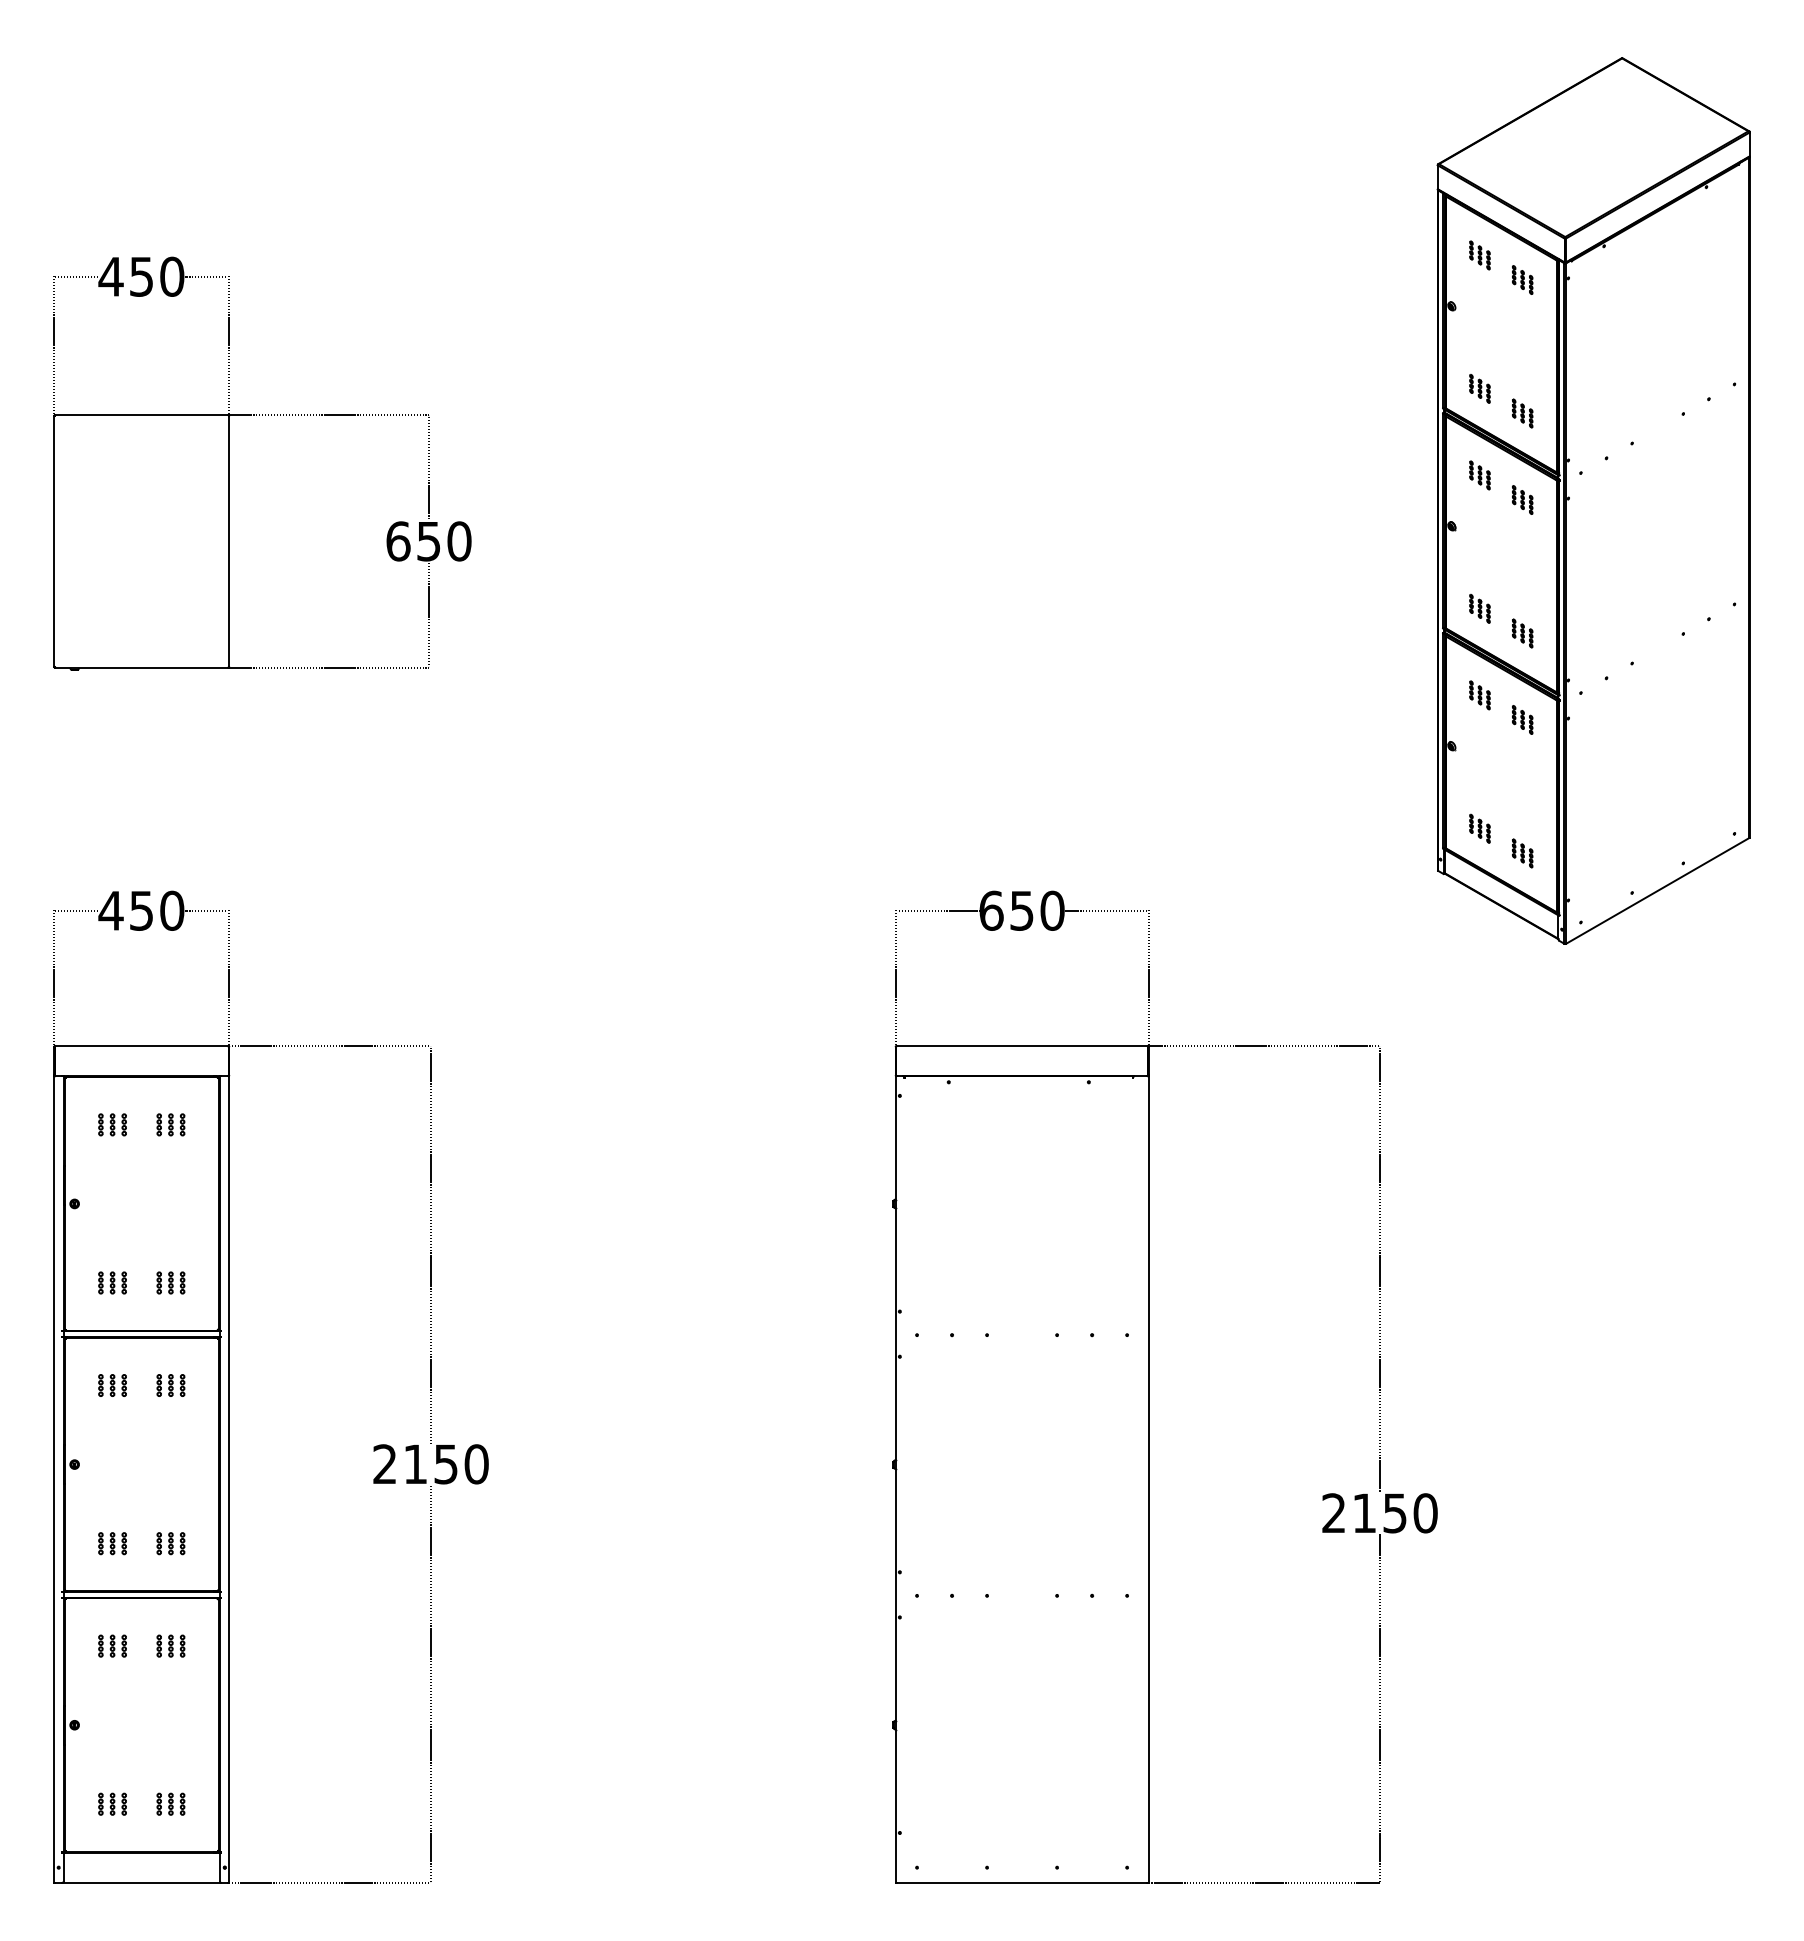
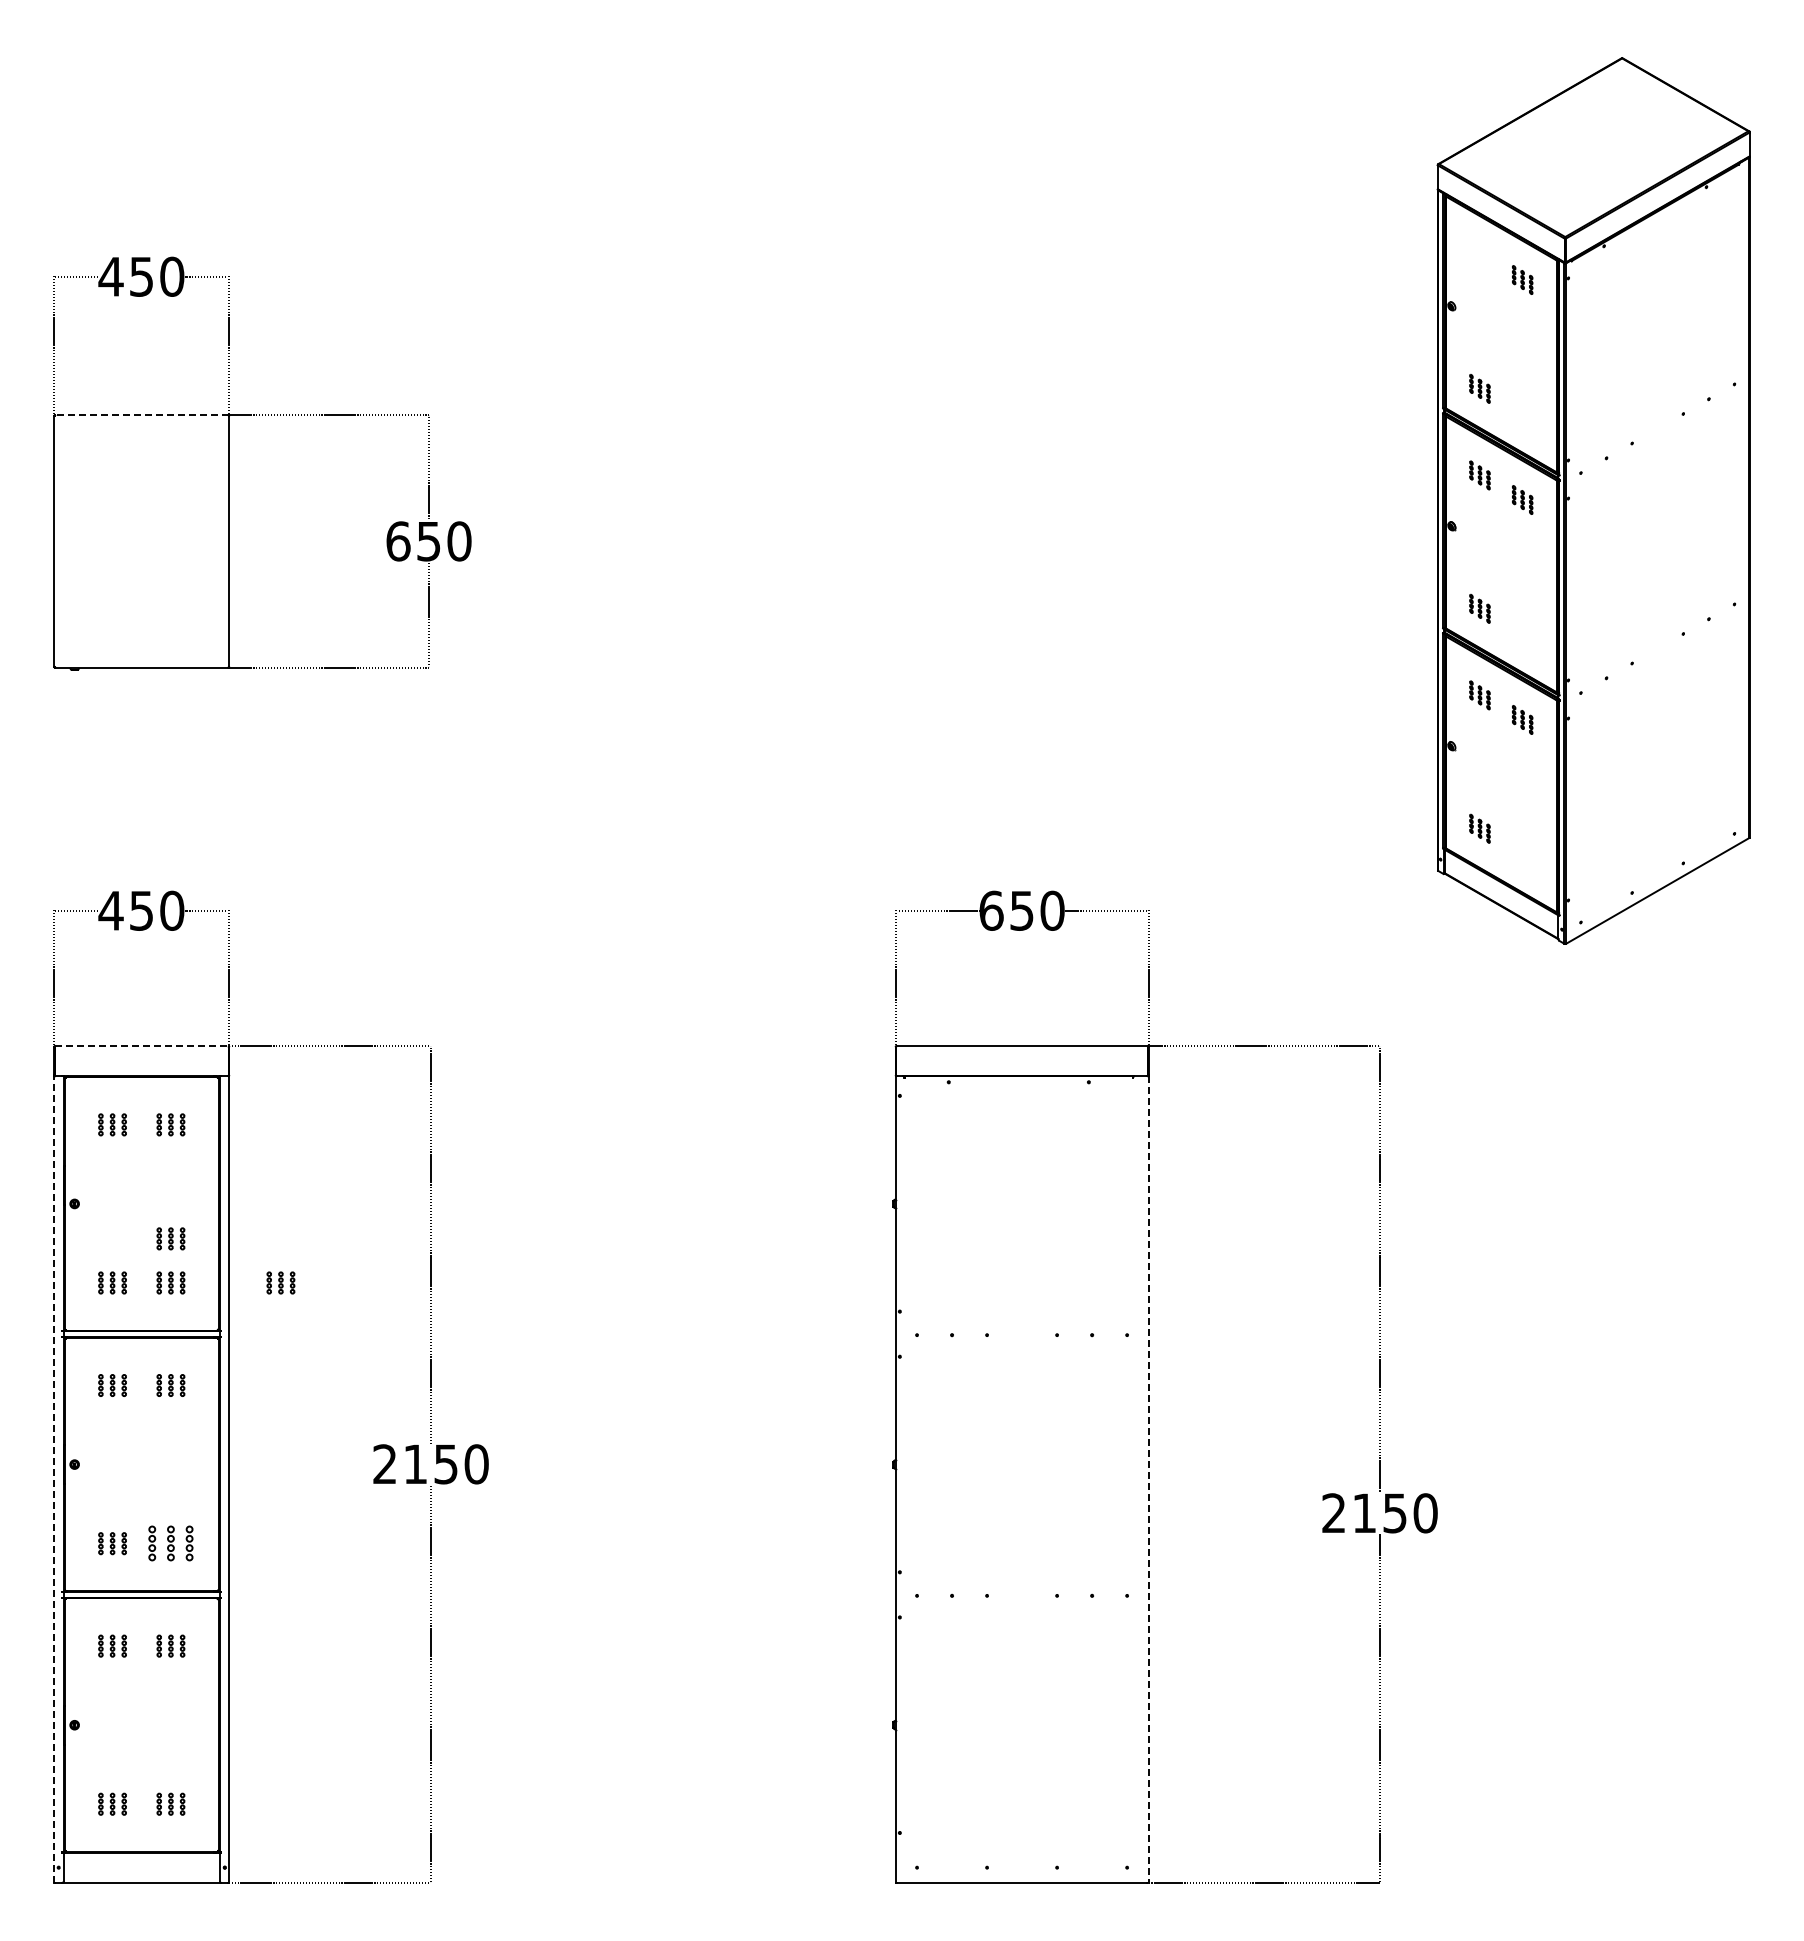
part at (1479, 255): present -> none
part at (1522, 413): present -> none
line at (141, 415): solid -> dashed
part at (1522, 633): present -> none
part at (1522, 853): present -> none
line at (142, 1045): solid -> dashed
part at (170, 1238): none -> present
part at (280, 1282): none -> present
line at (54, 1479): solid -> dashed
line at (1148, 1480): solid -> dashed
part at (170, 1543) size: 30x24 px -> 46x37 px
